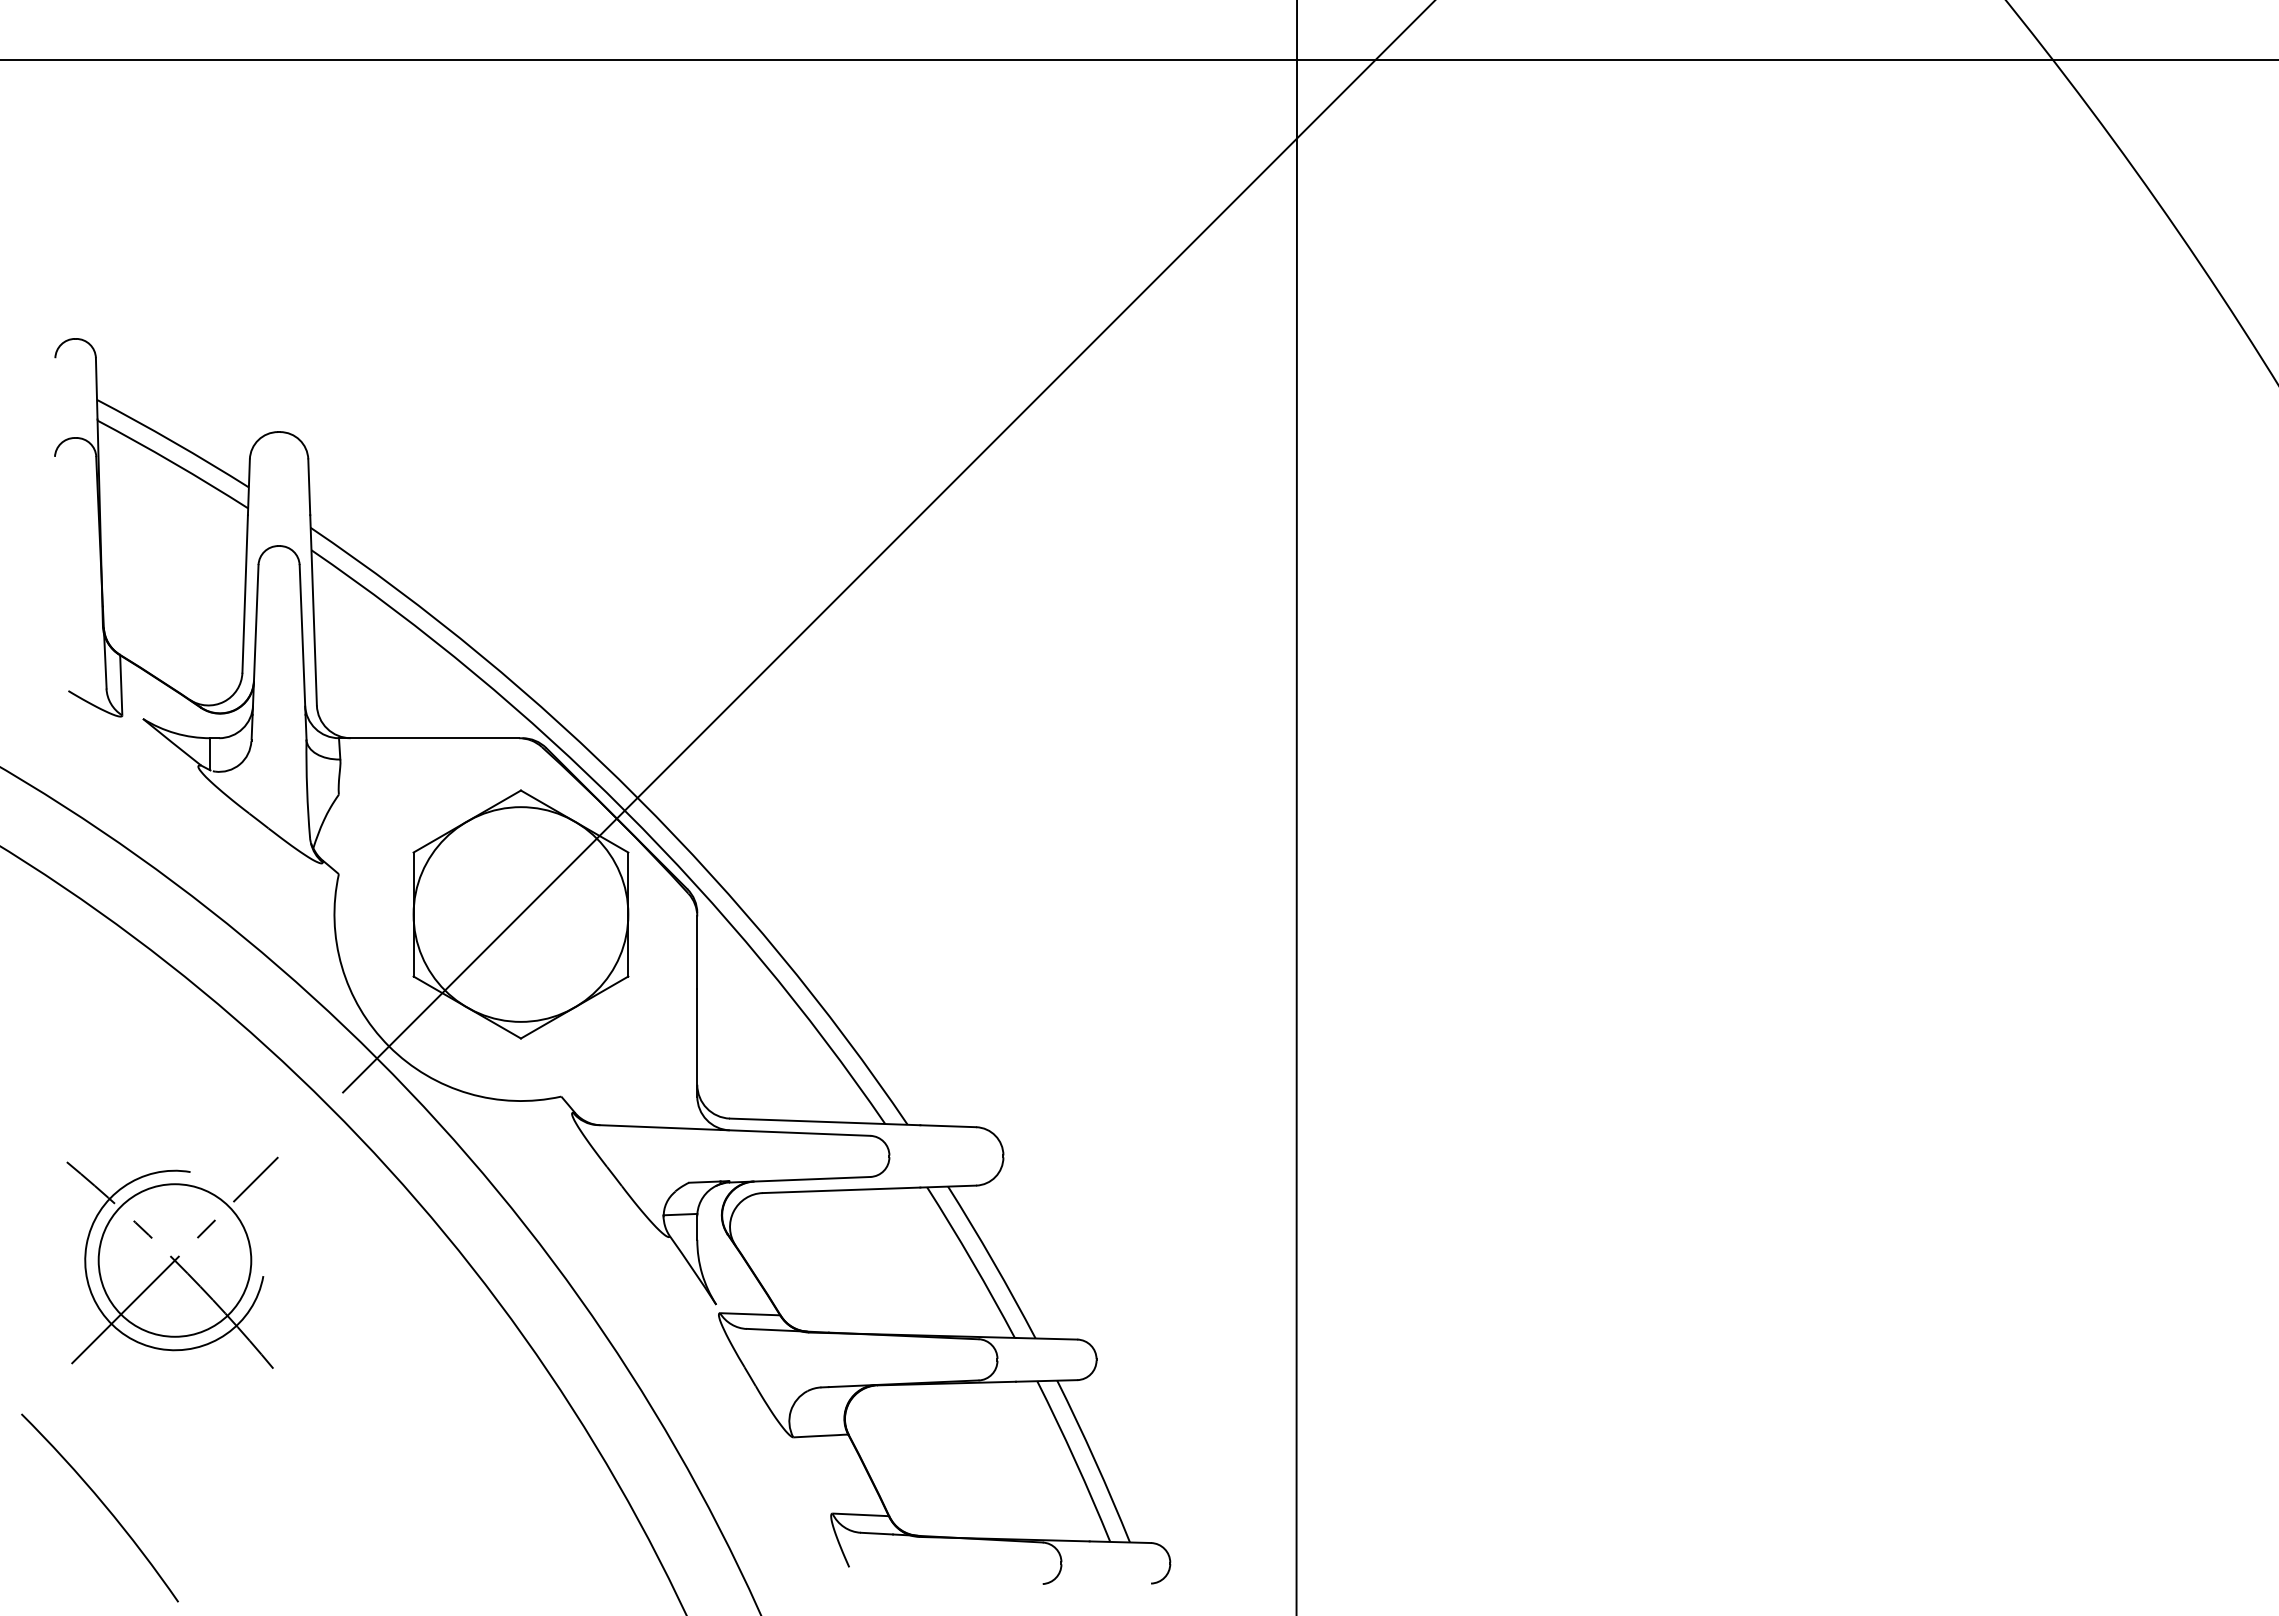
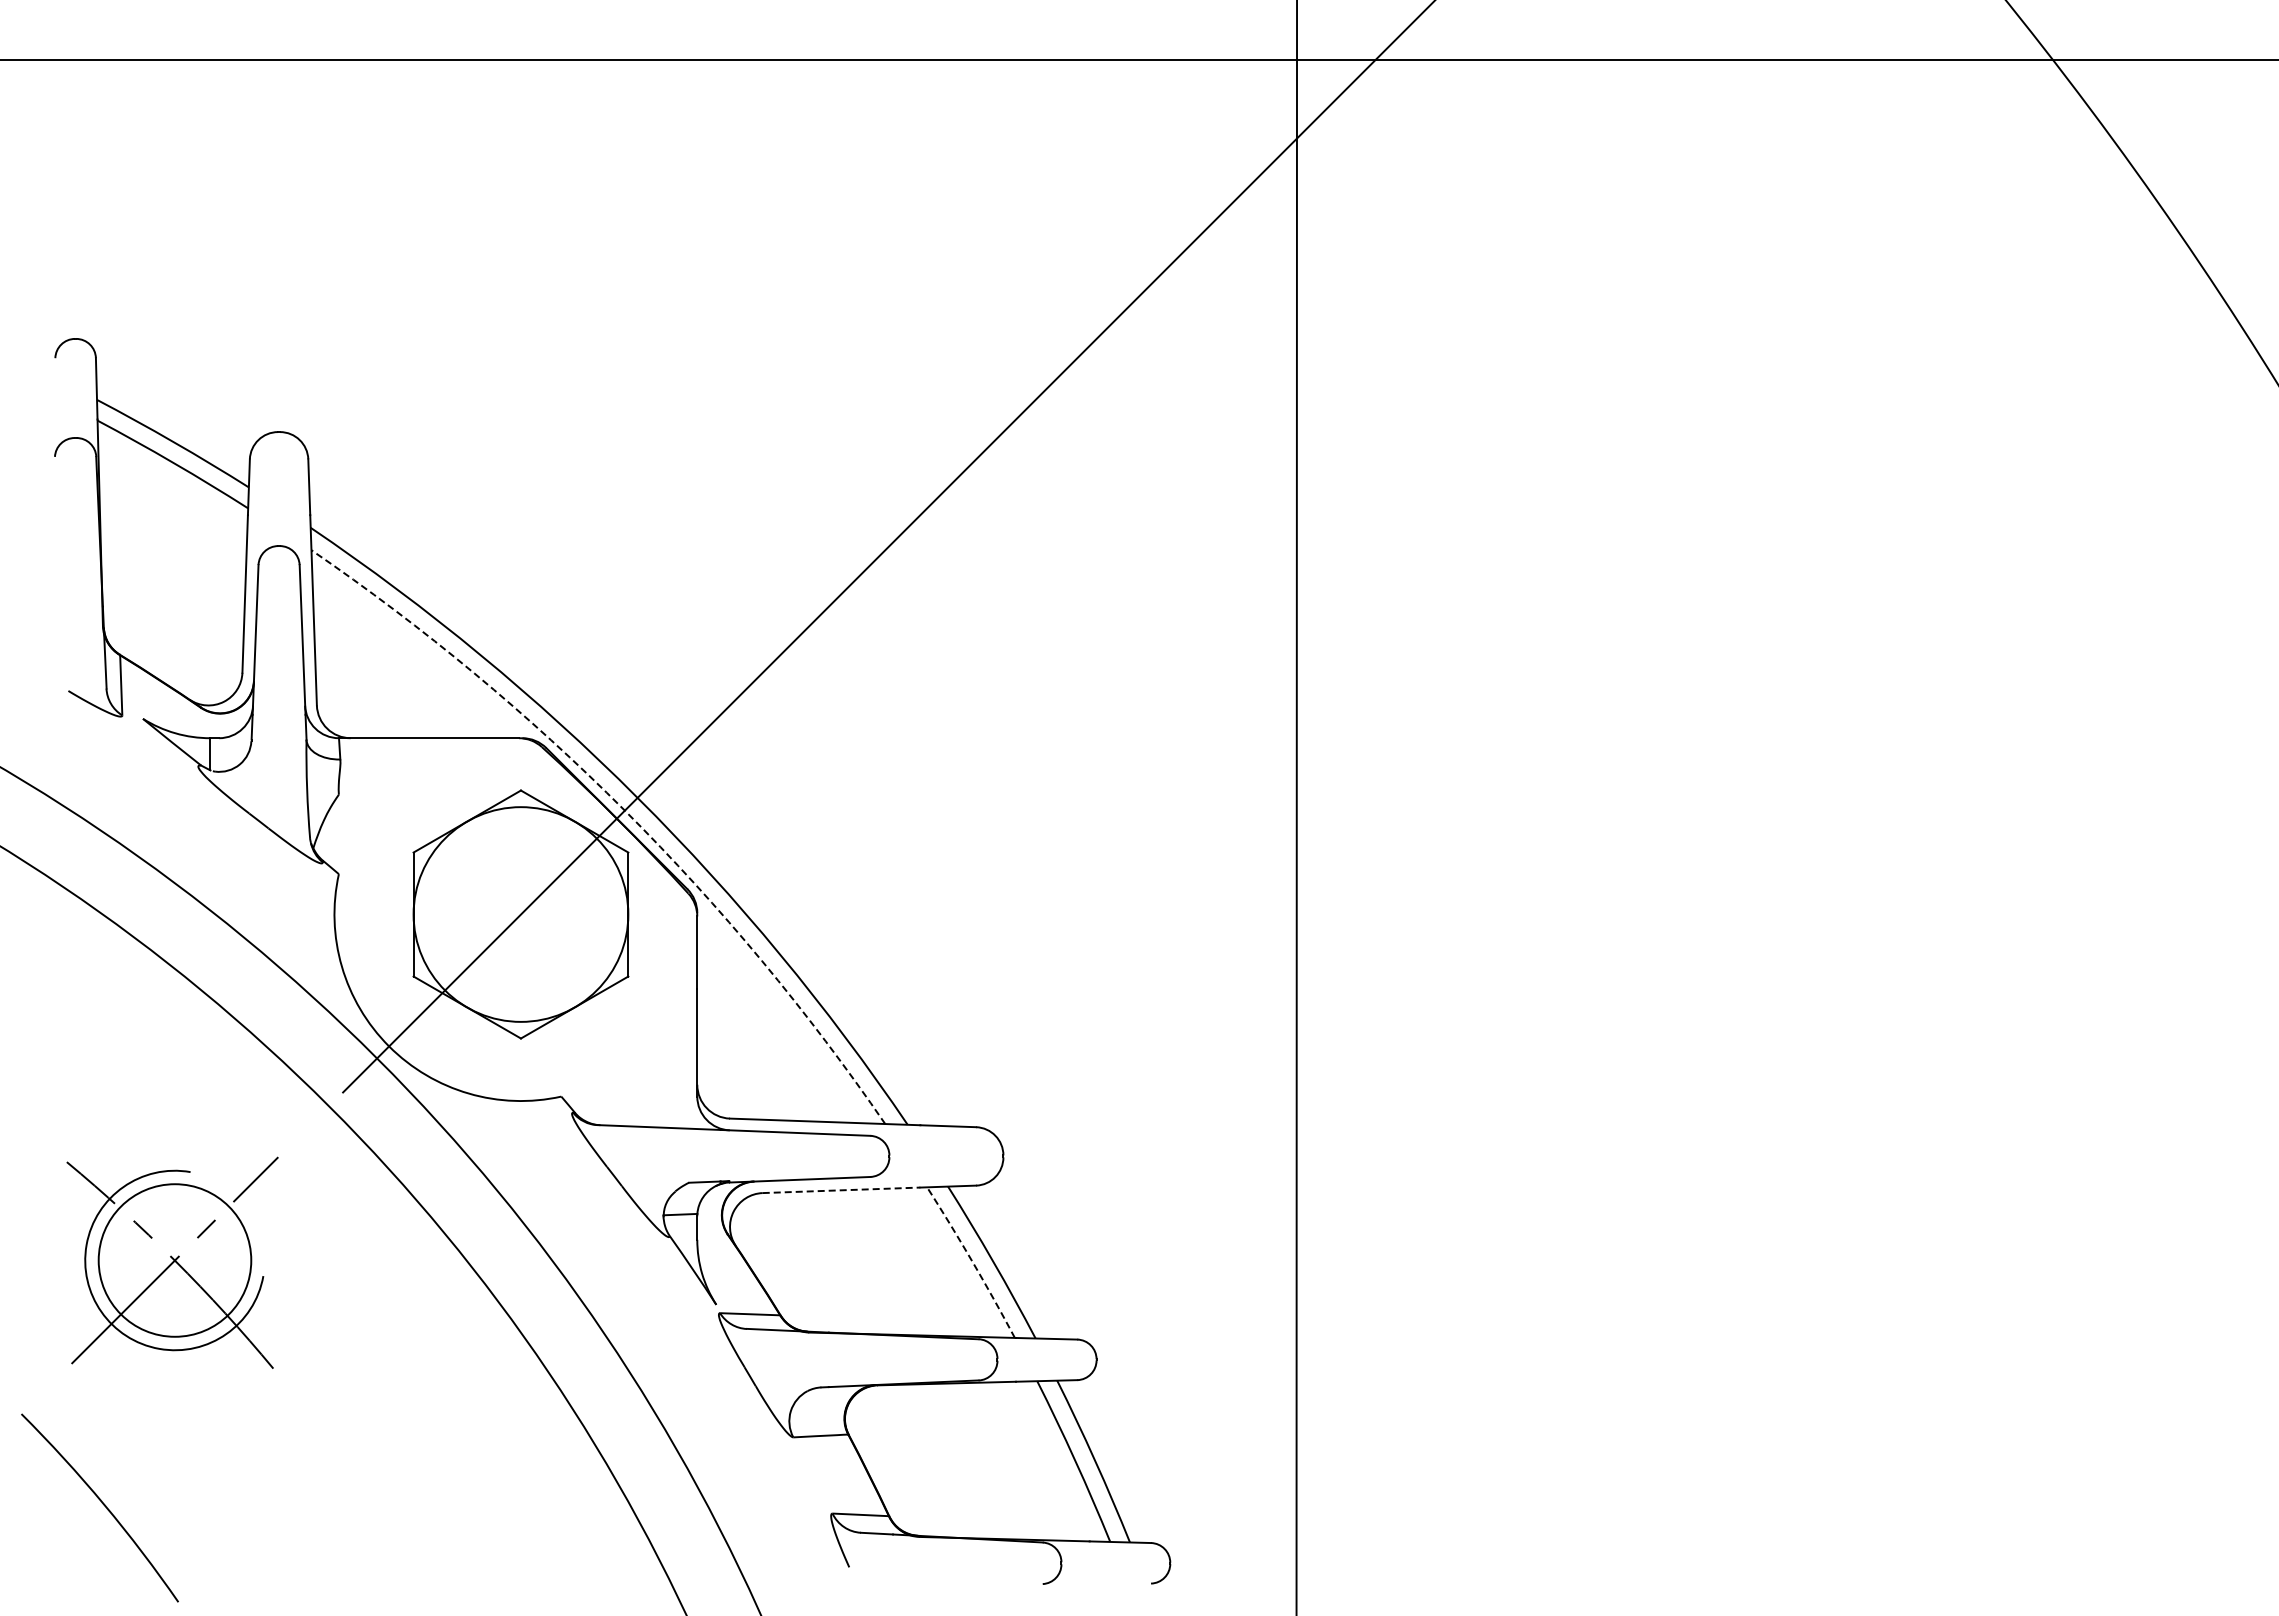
arc at (624, 810): solid -> dashed
line at (841, 1190): solid -> dashed
arc at (972, 1261): solid -> dashed
